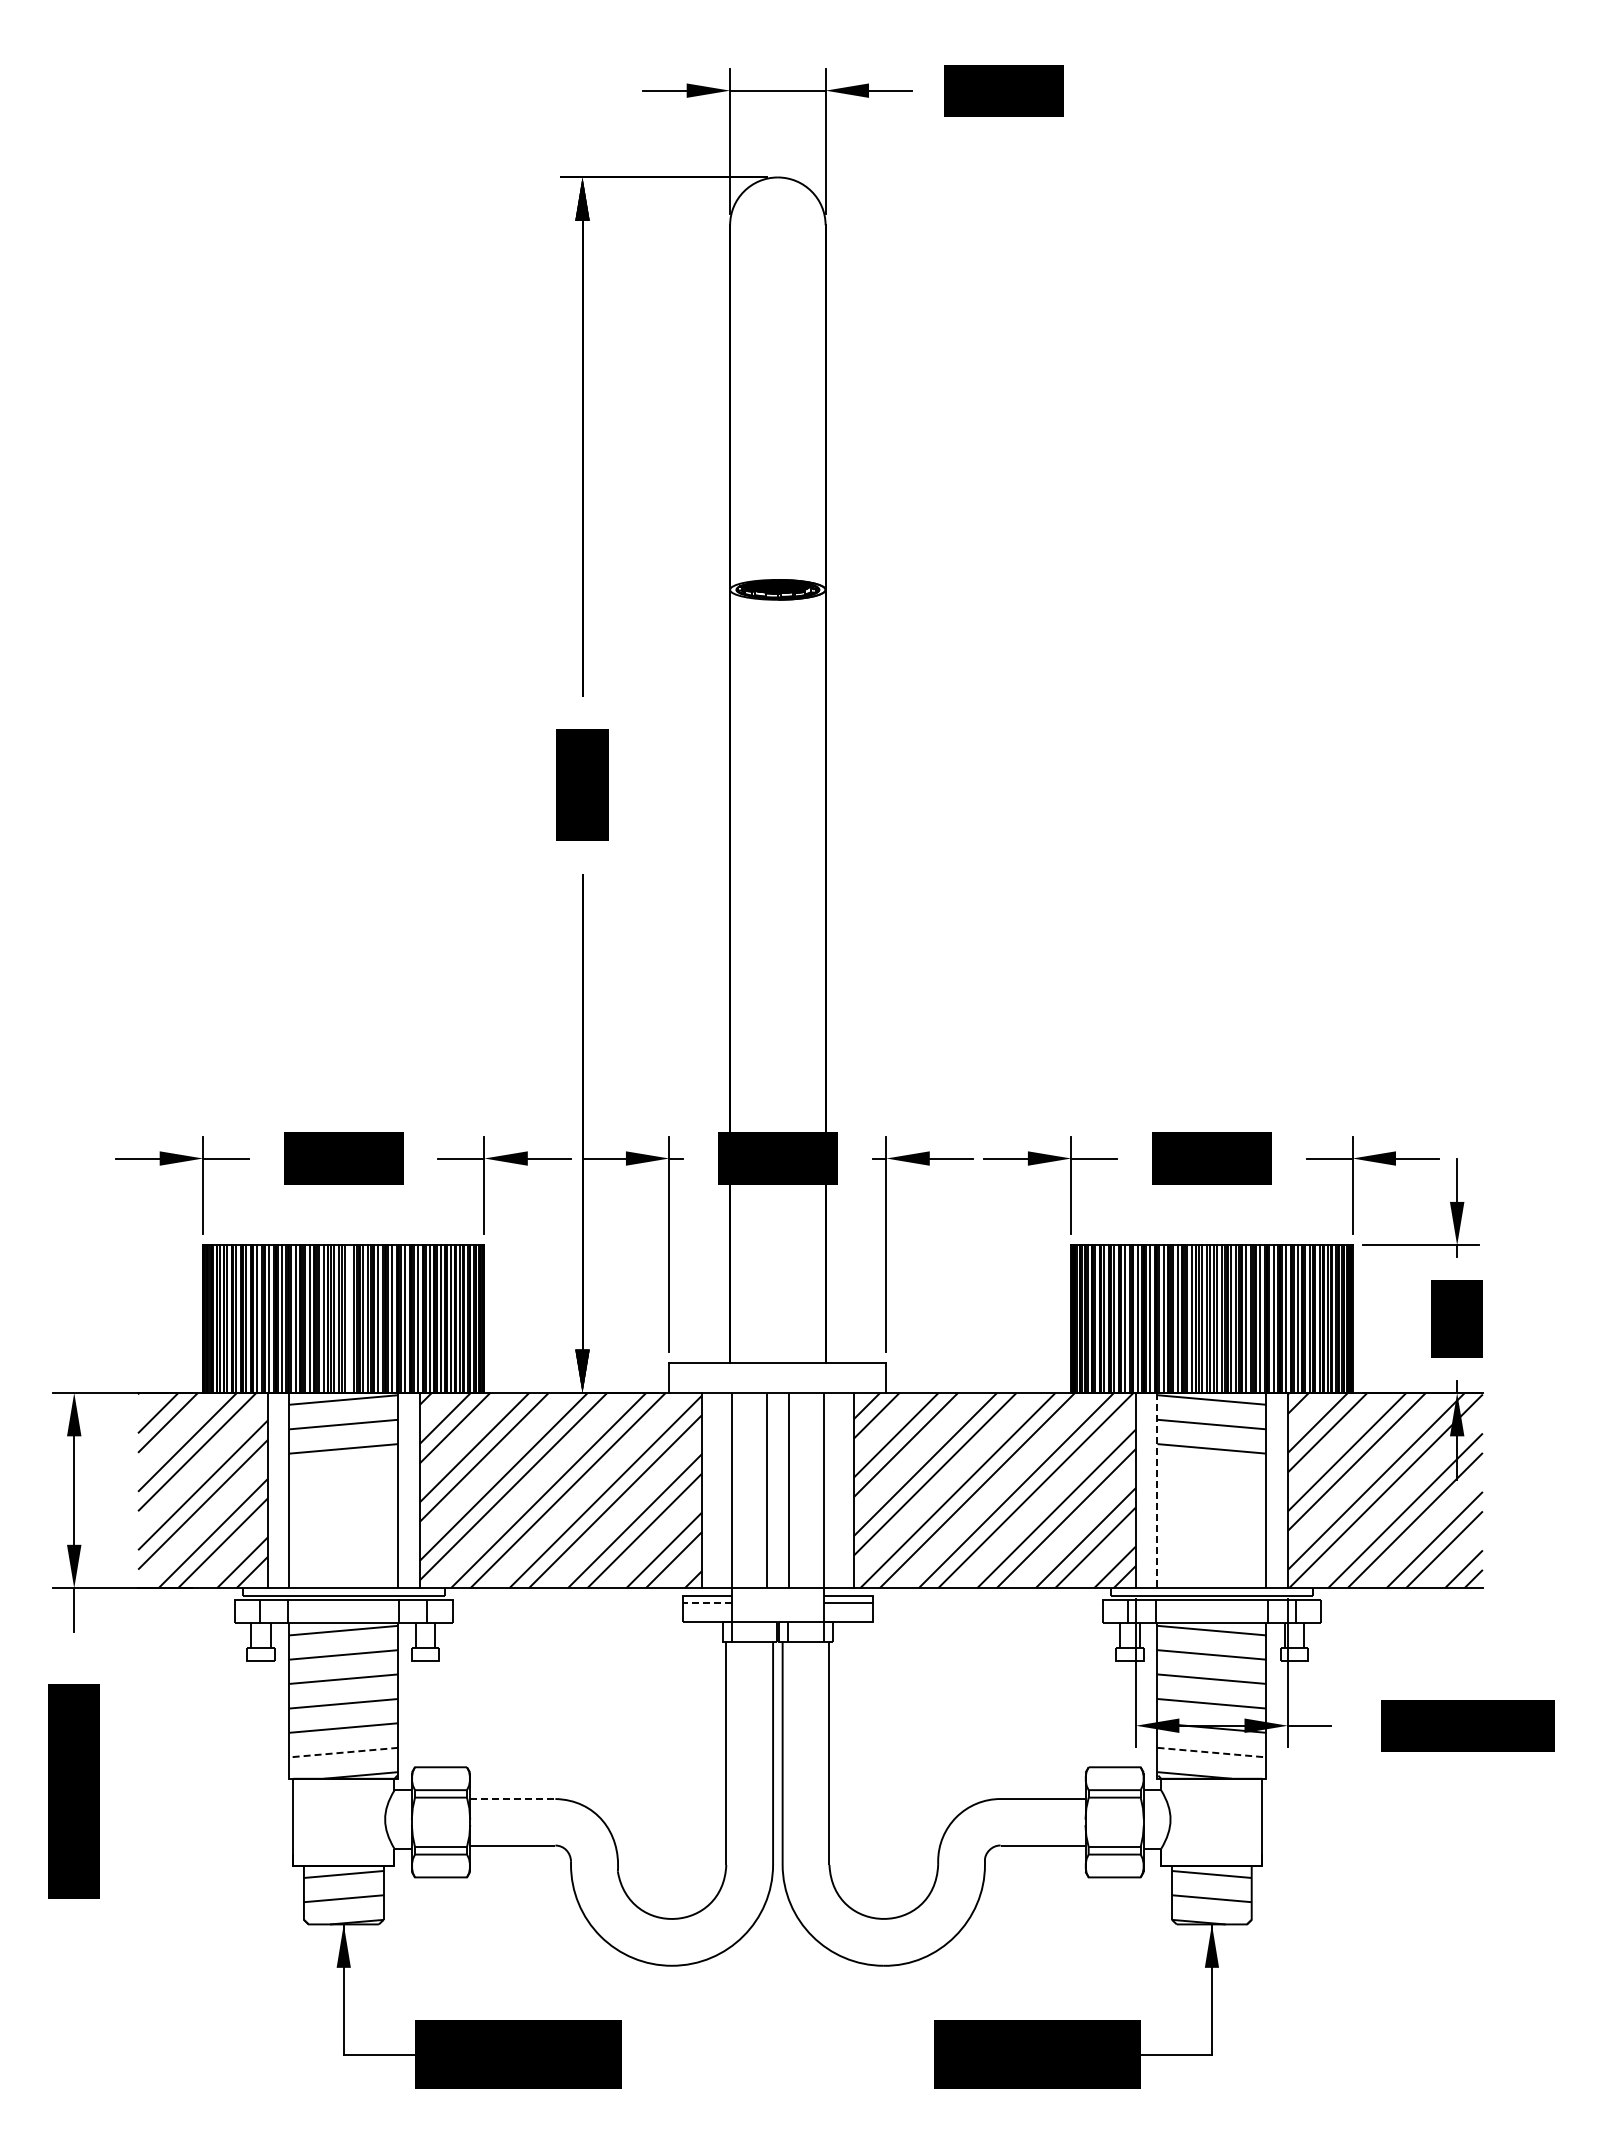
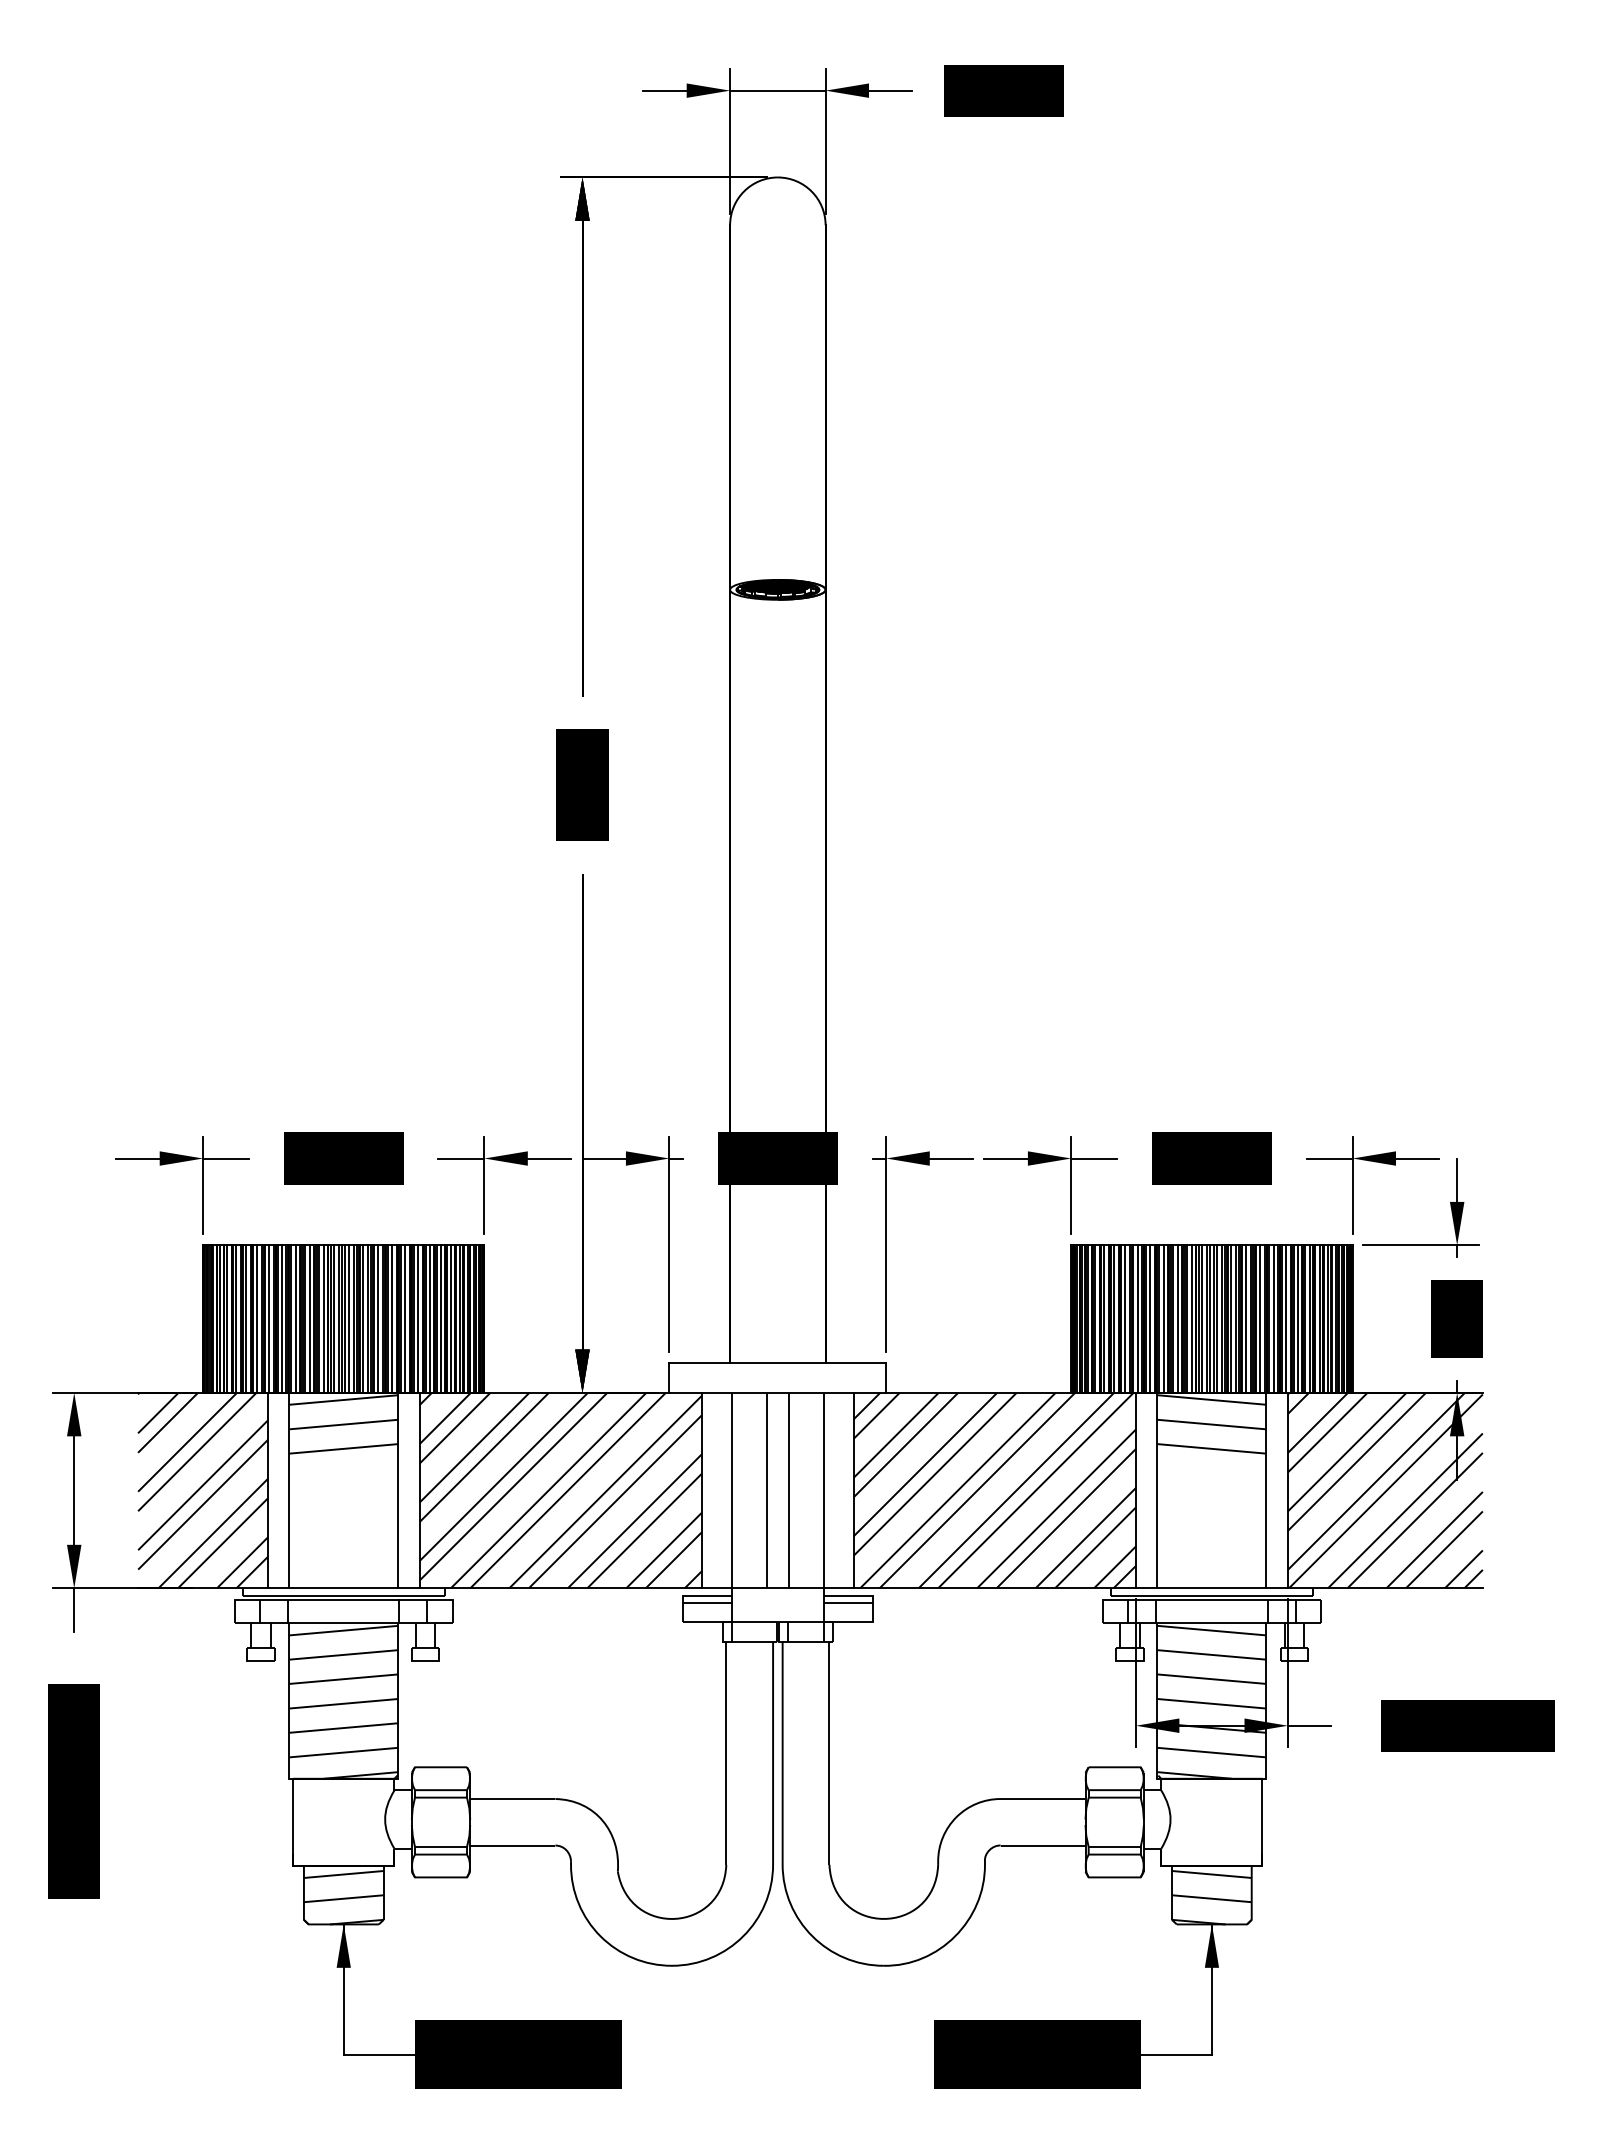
line at (348, 1318): none -> present
line at (1157, 1490): dashed -> solid
line at (707, 1603): dashed -> solid
line at (343, 1752): dashed -> solid
line at (1211, 1752): dashed -> solid
line at (512, 1799): dashed -> solid
